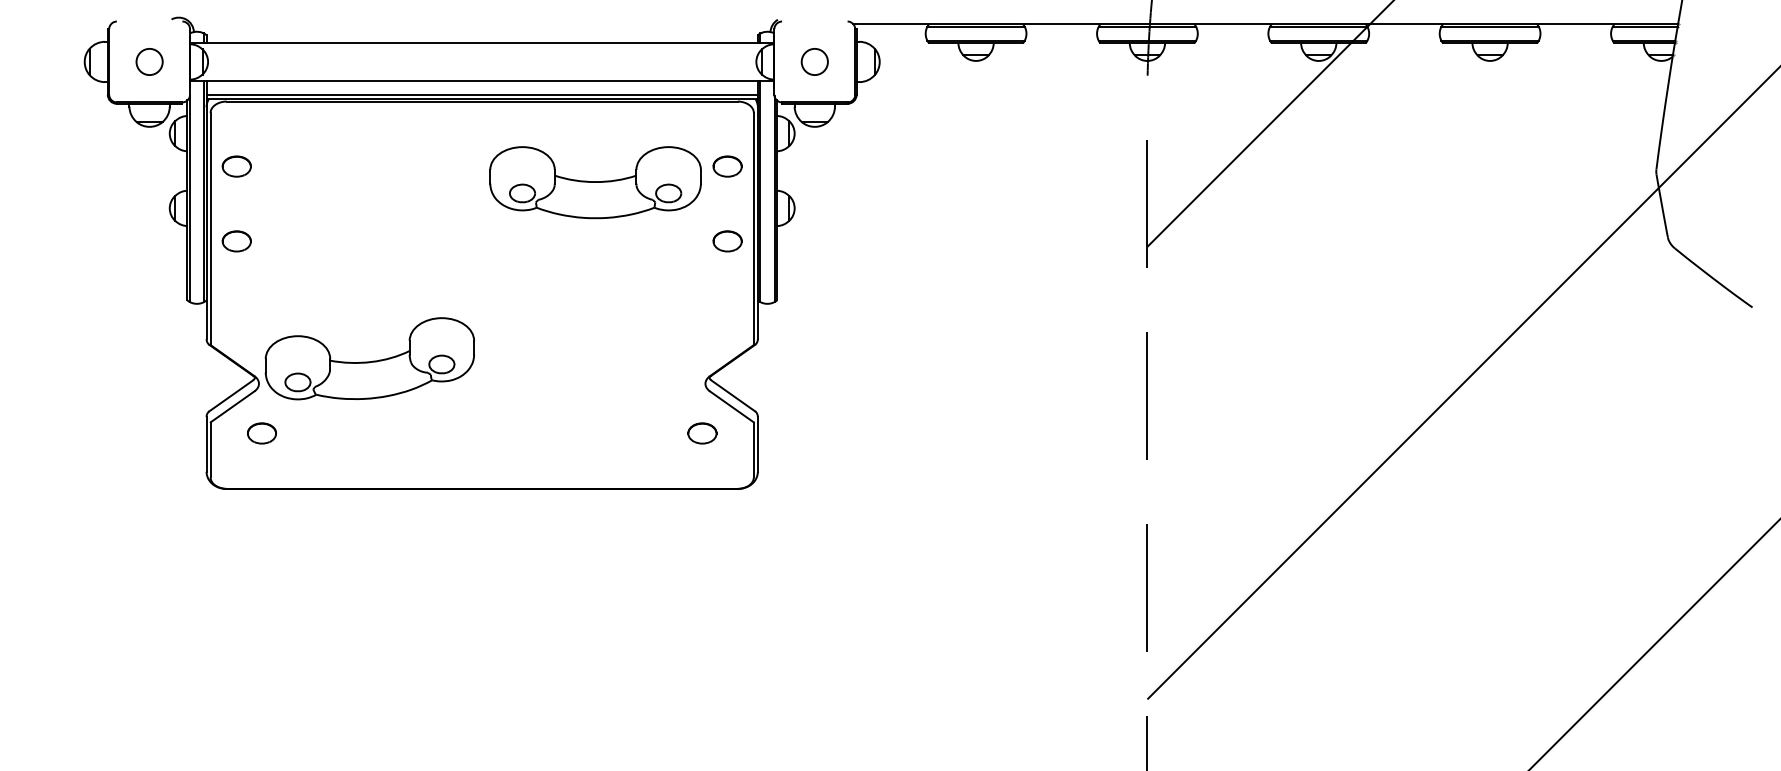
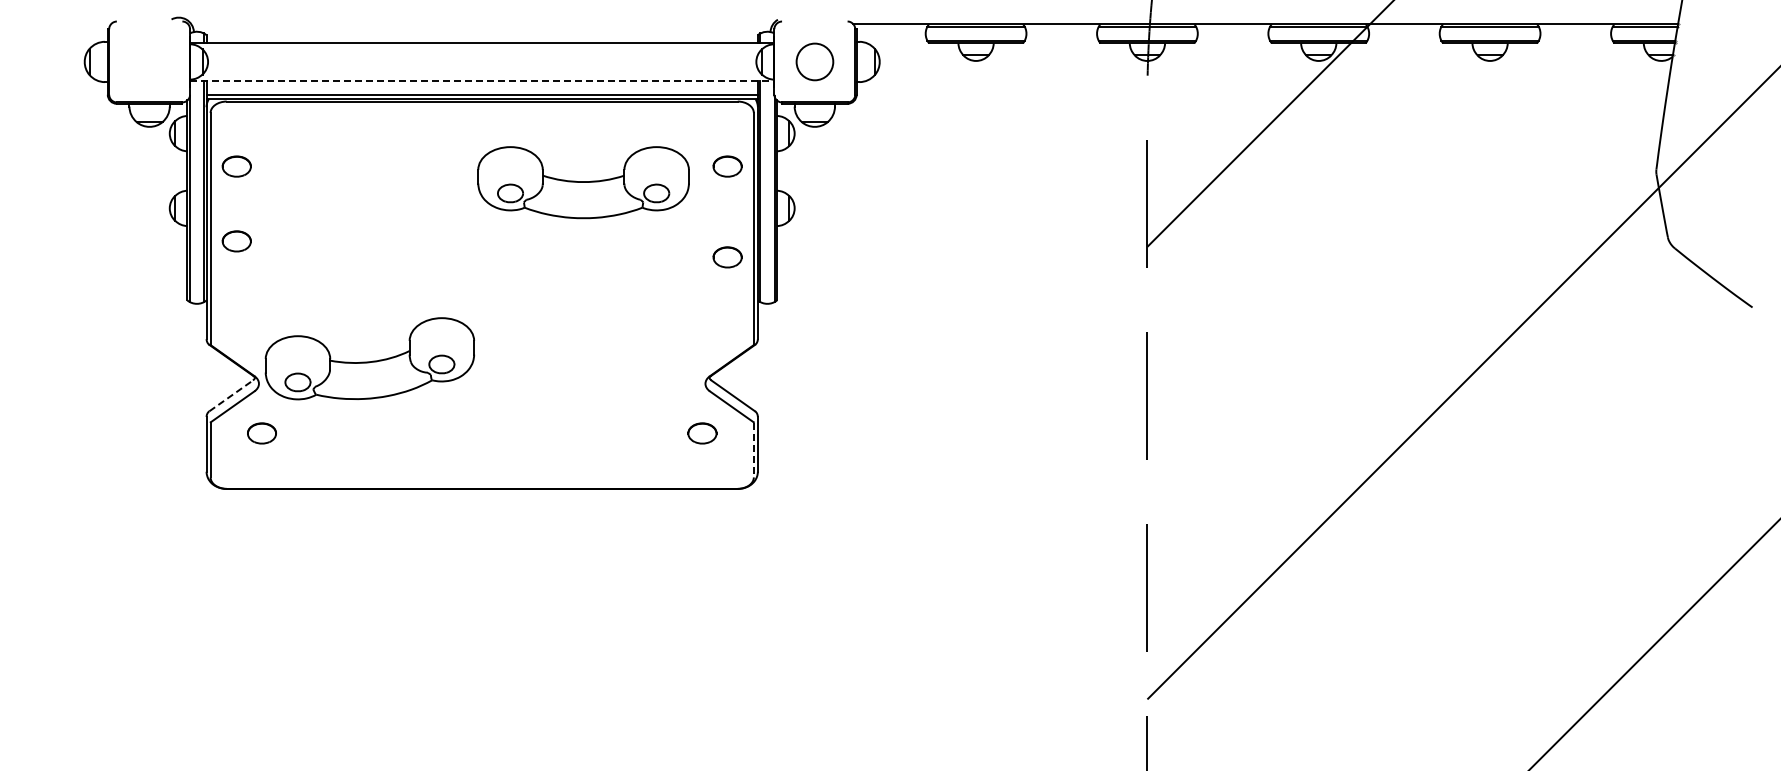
circle at (149, 61): present -> none
circle at (814, 61) size: 29x28 px -> 40x40 px
line at (482, 81): solid -> dashed
part at (595, 182) position: (595, 182) -> (583, 182)
part at (727, 241) position: (727, 241) -> (727, 257)
line at (231, 395): solid -> dashed
line at (753, 450): solid -> dashed
